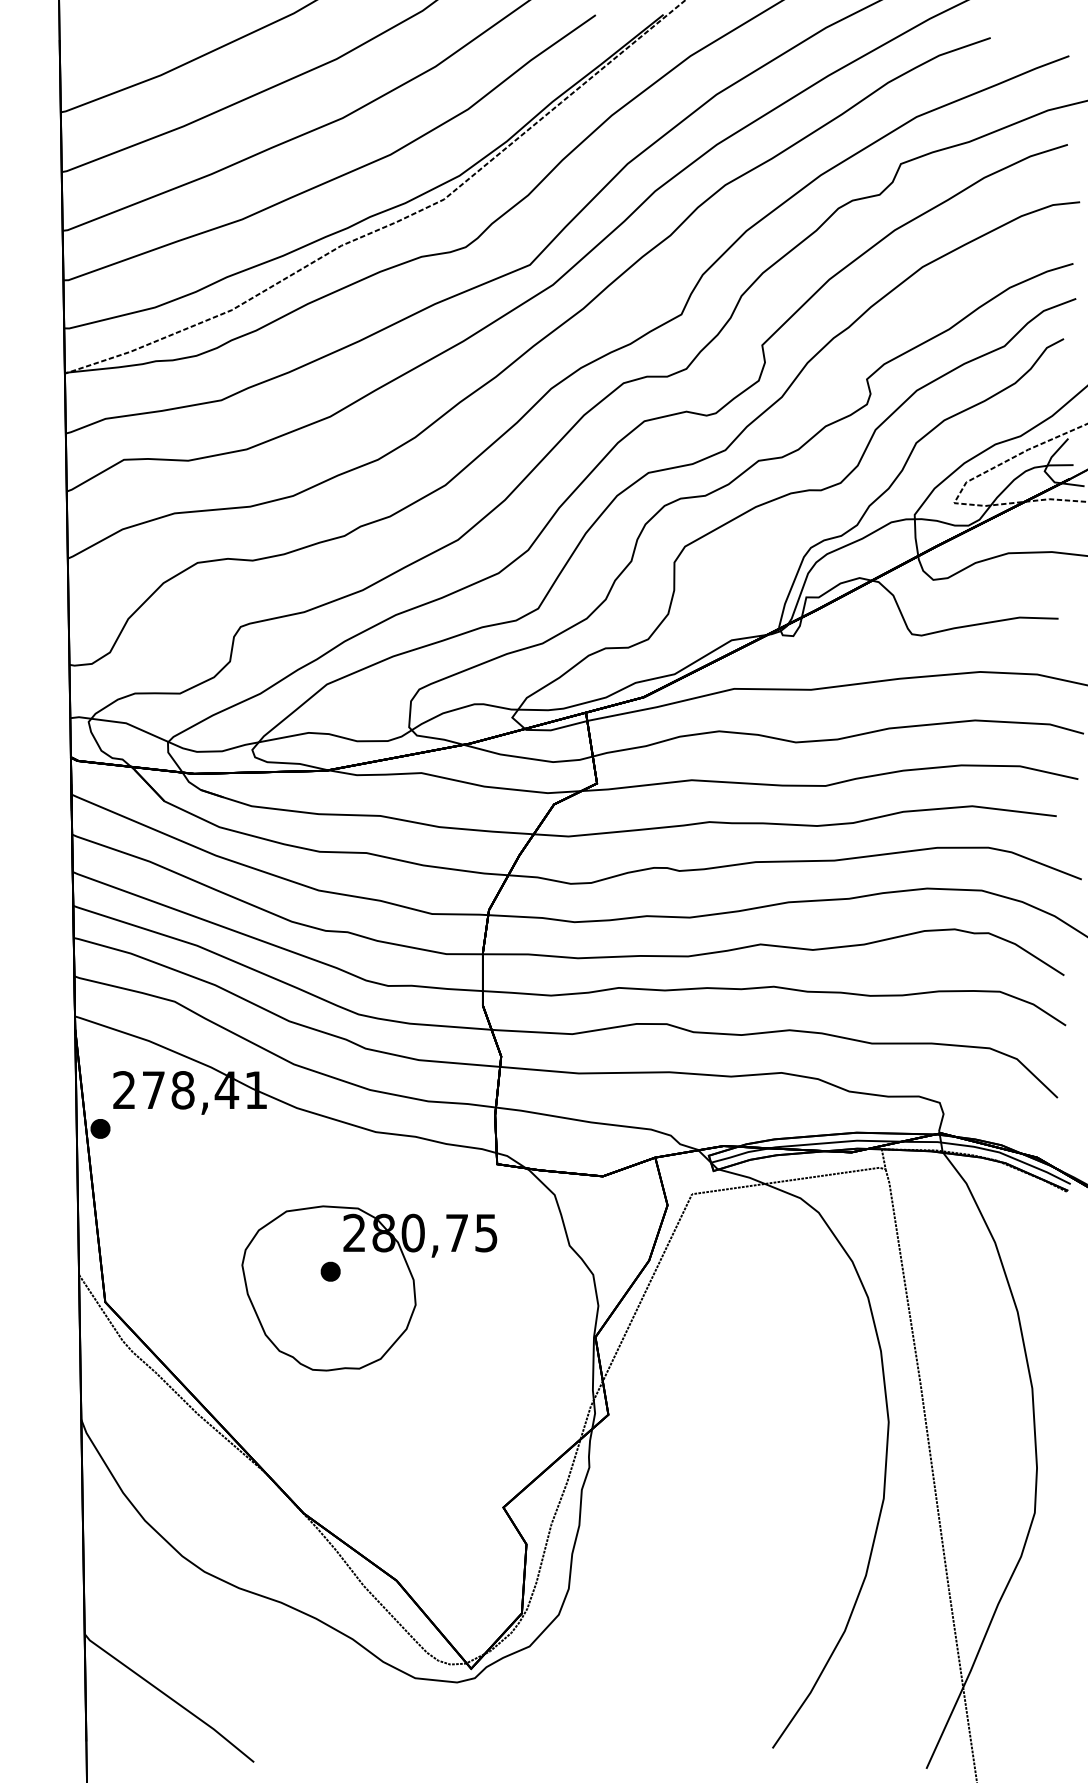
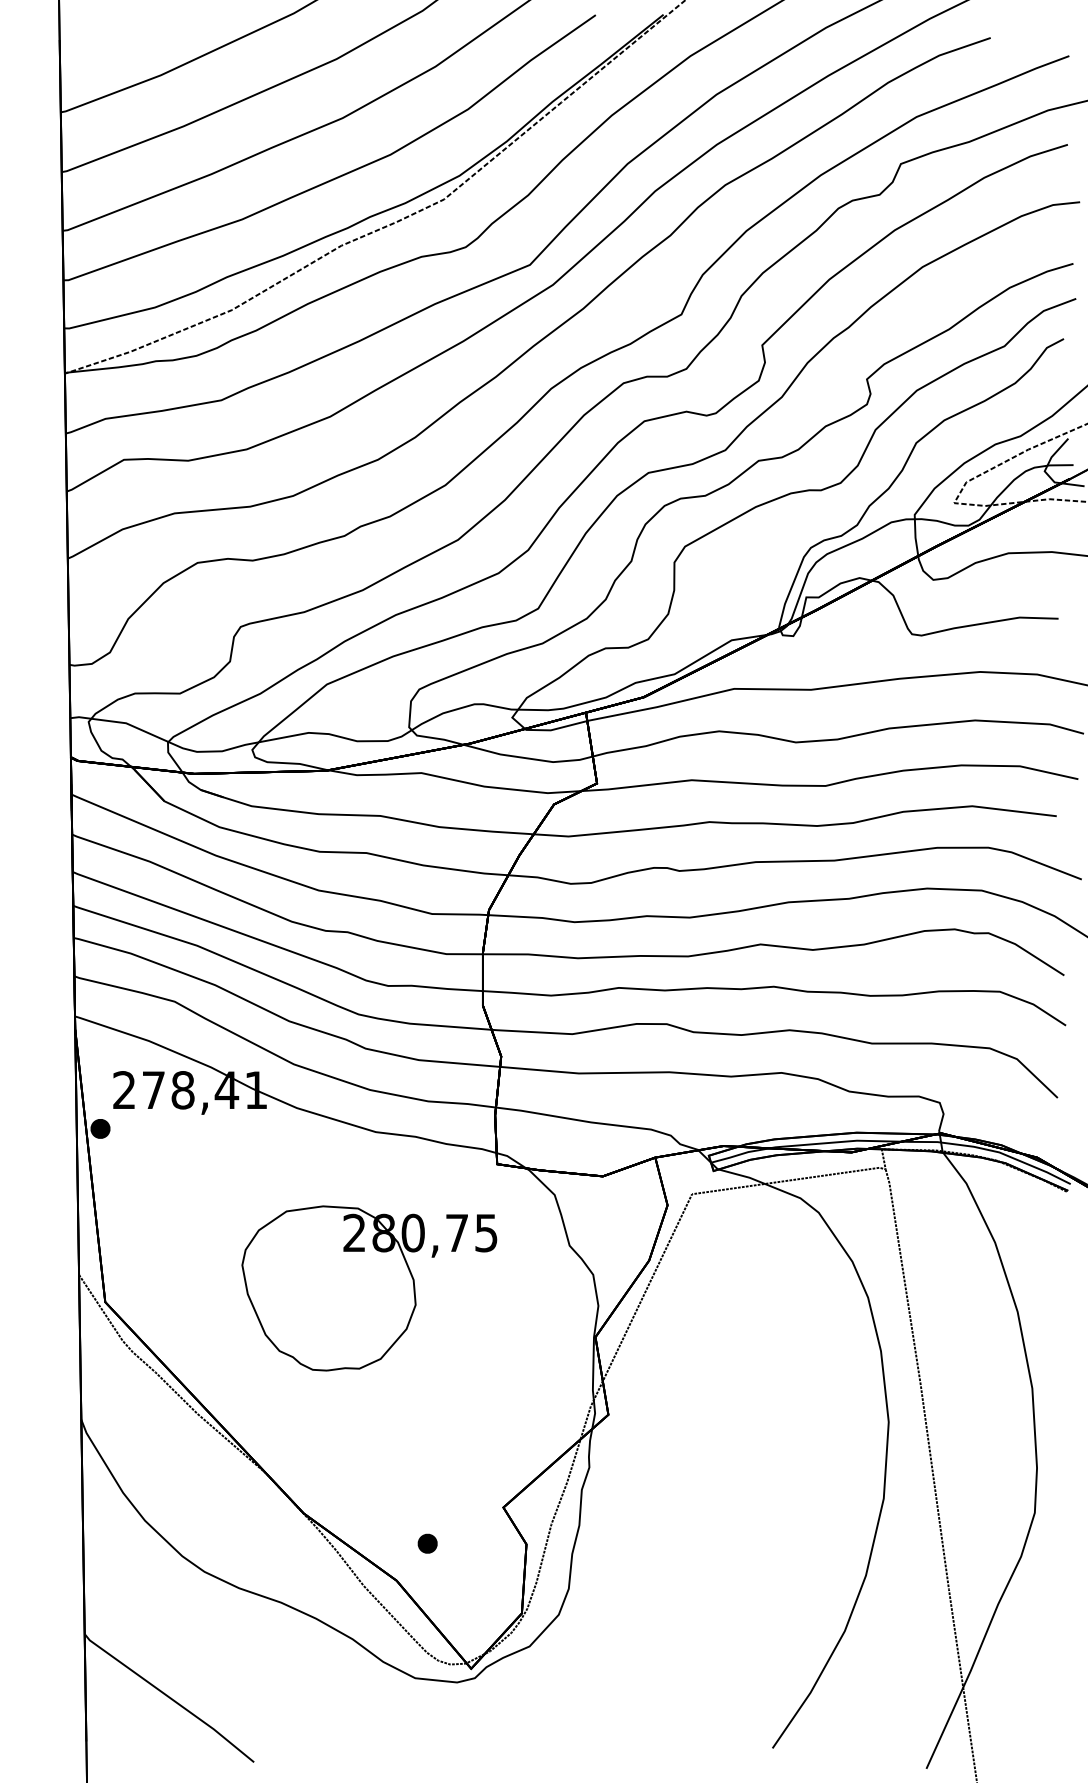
part at (330, 1271) position: (330, 1271) -> (427, 1543)
